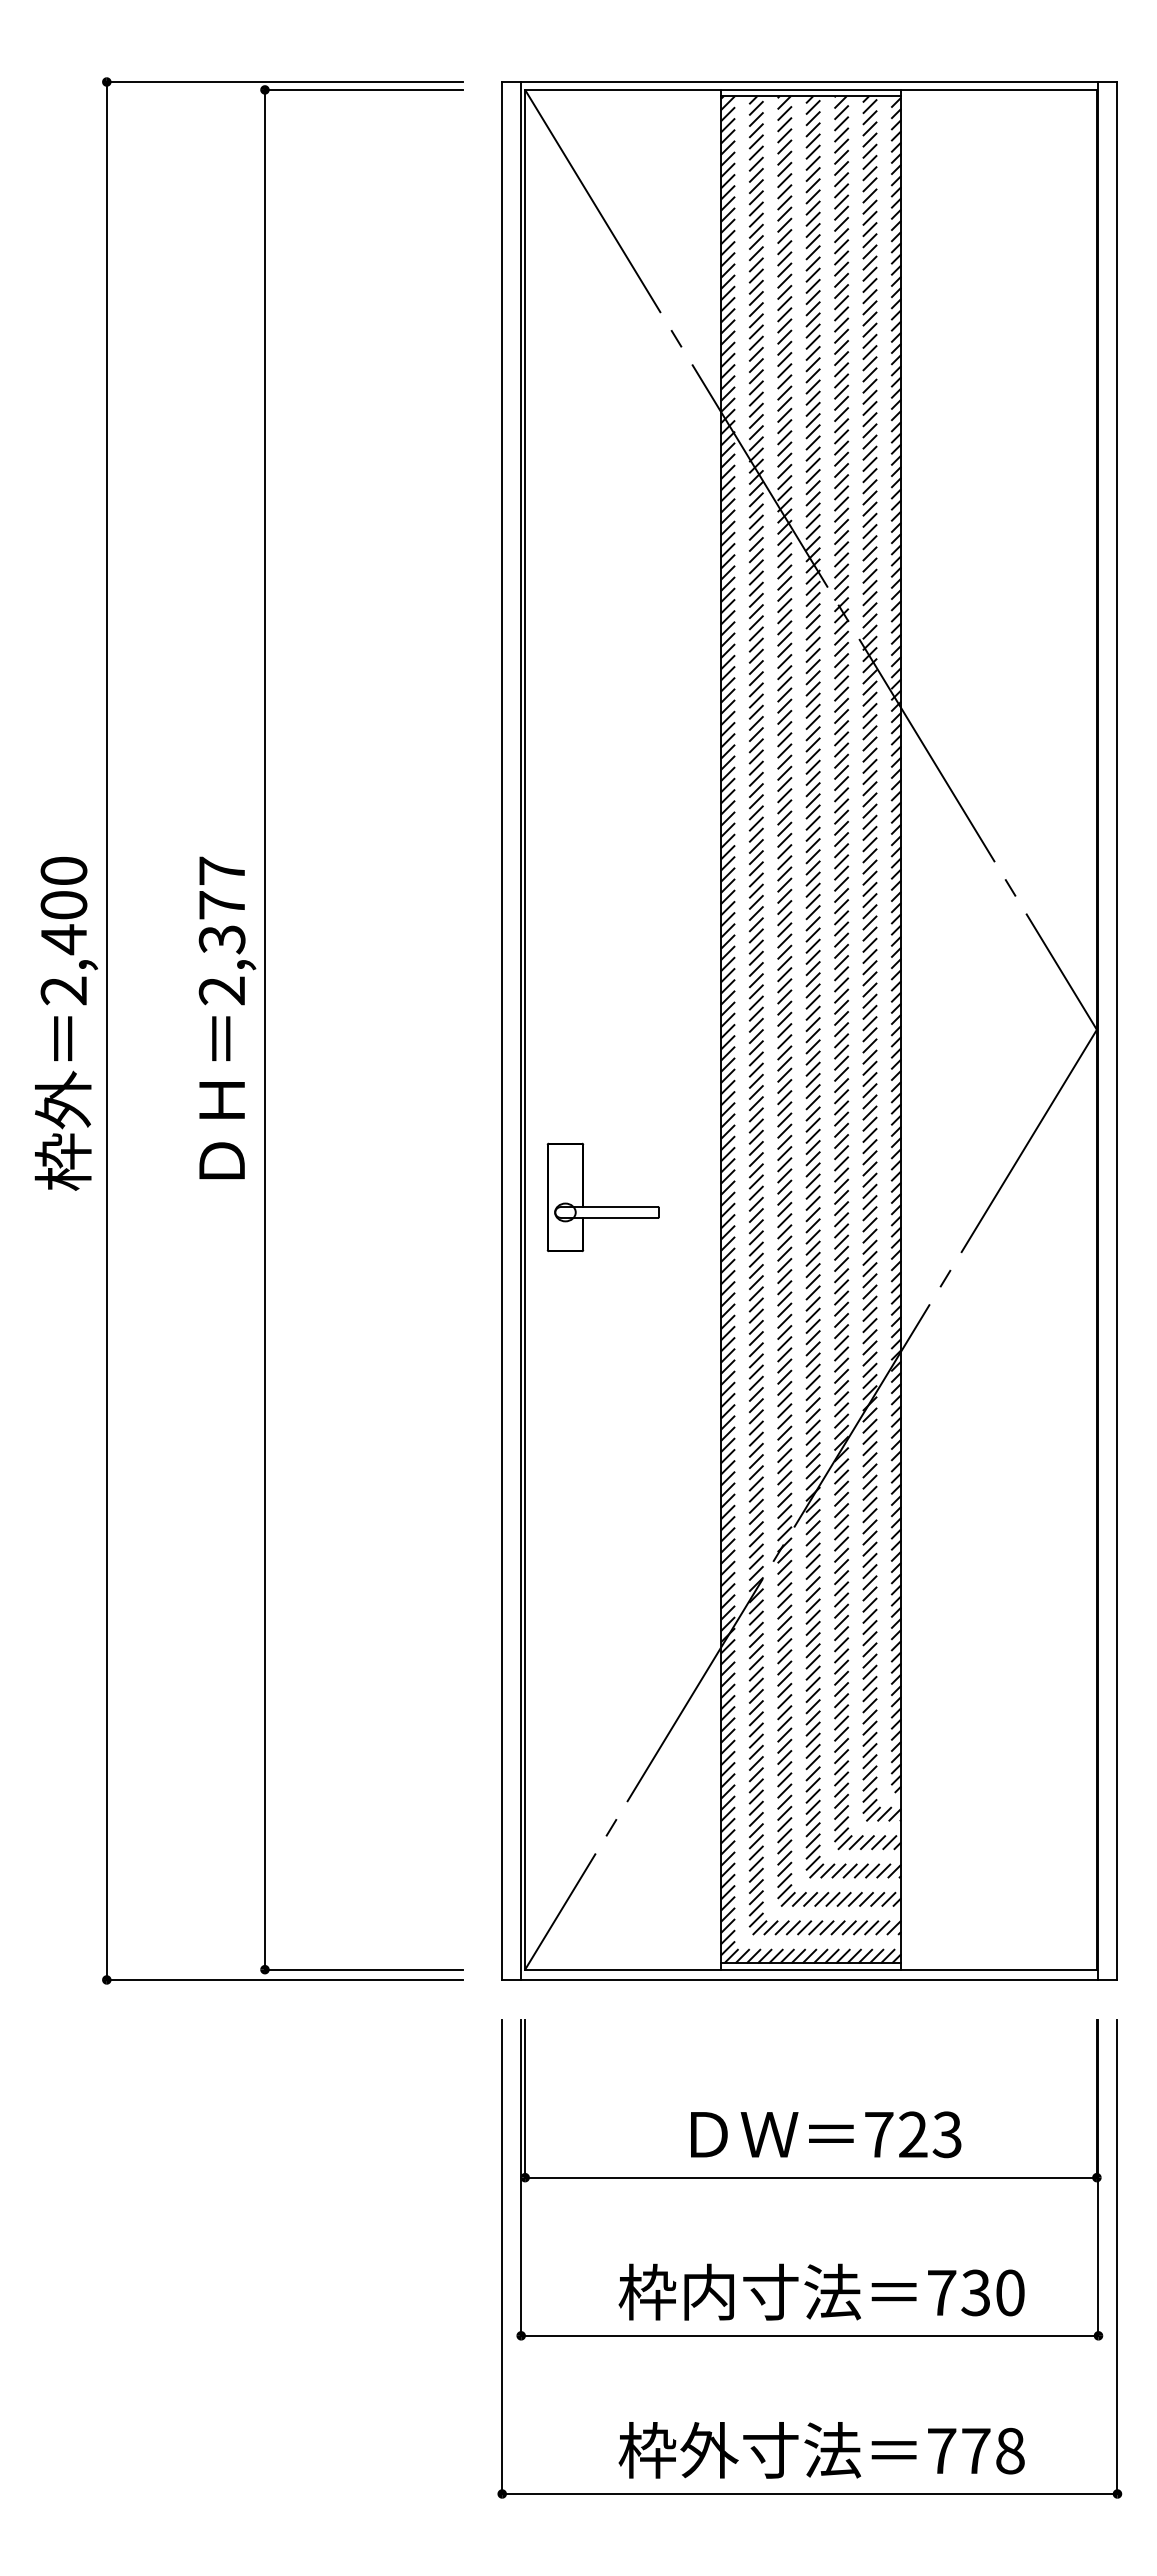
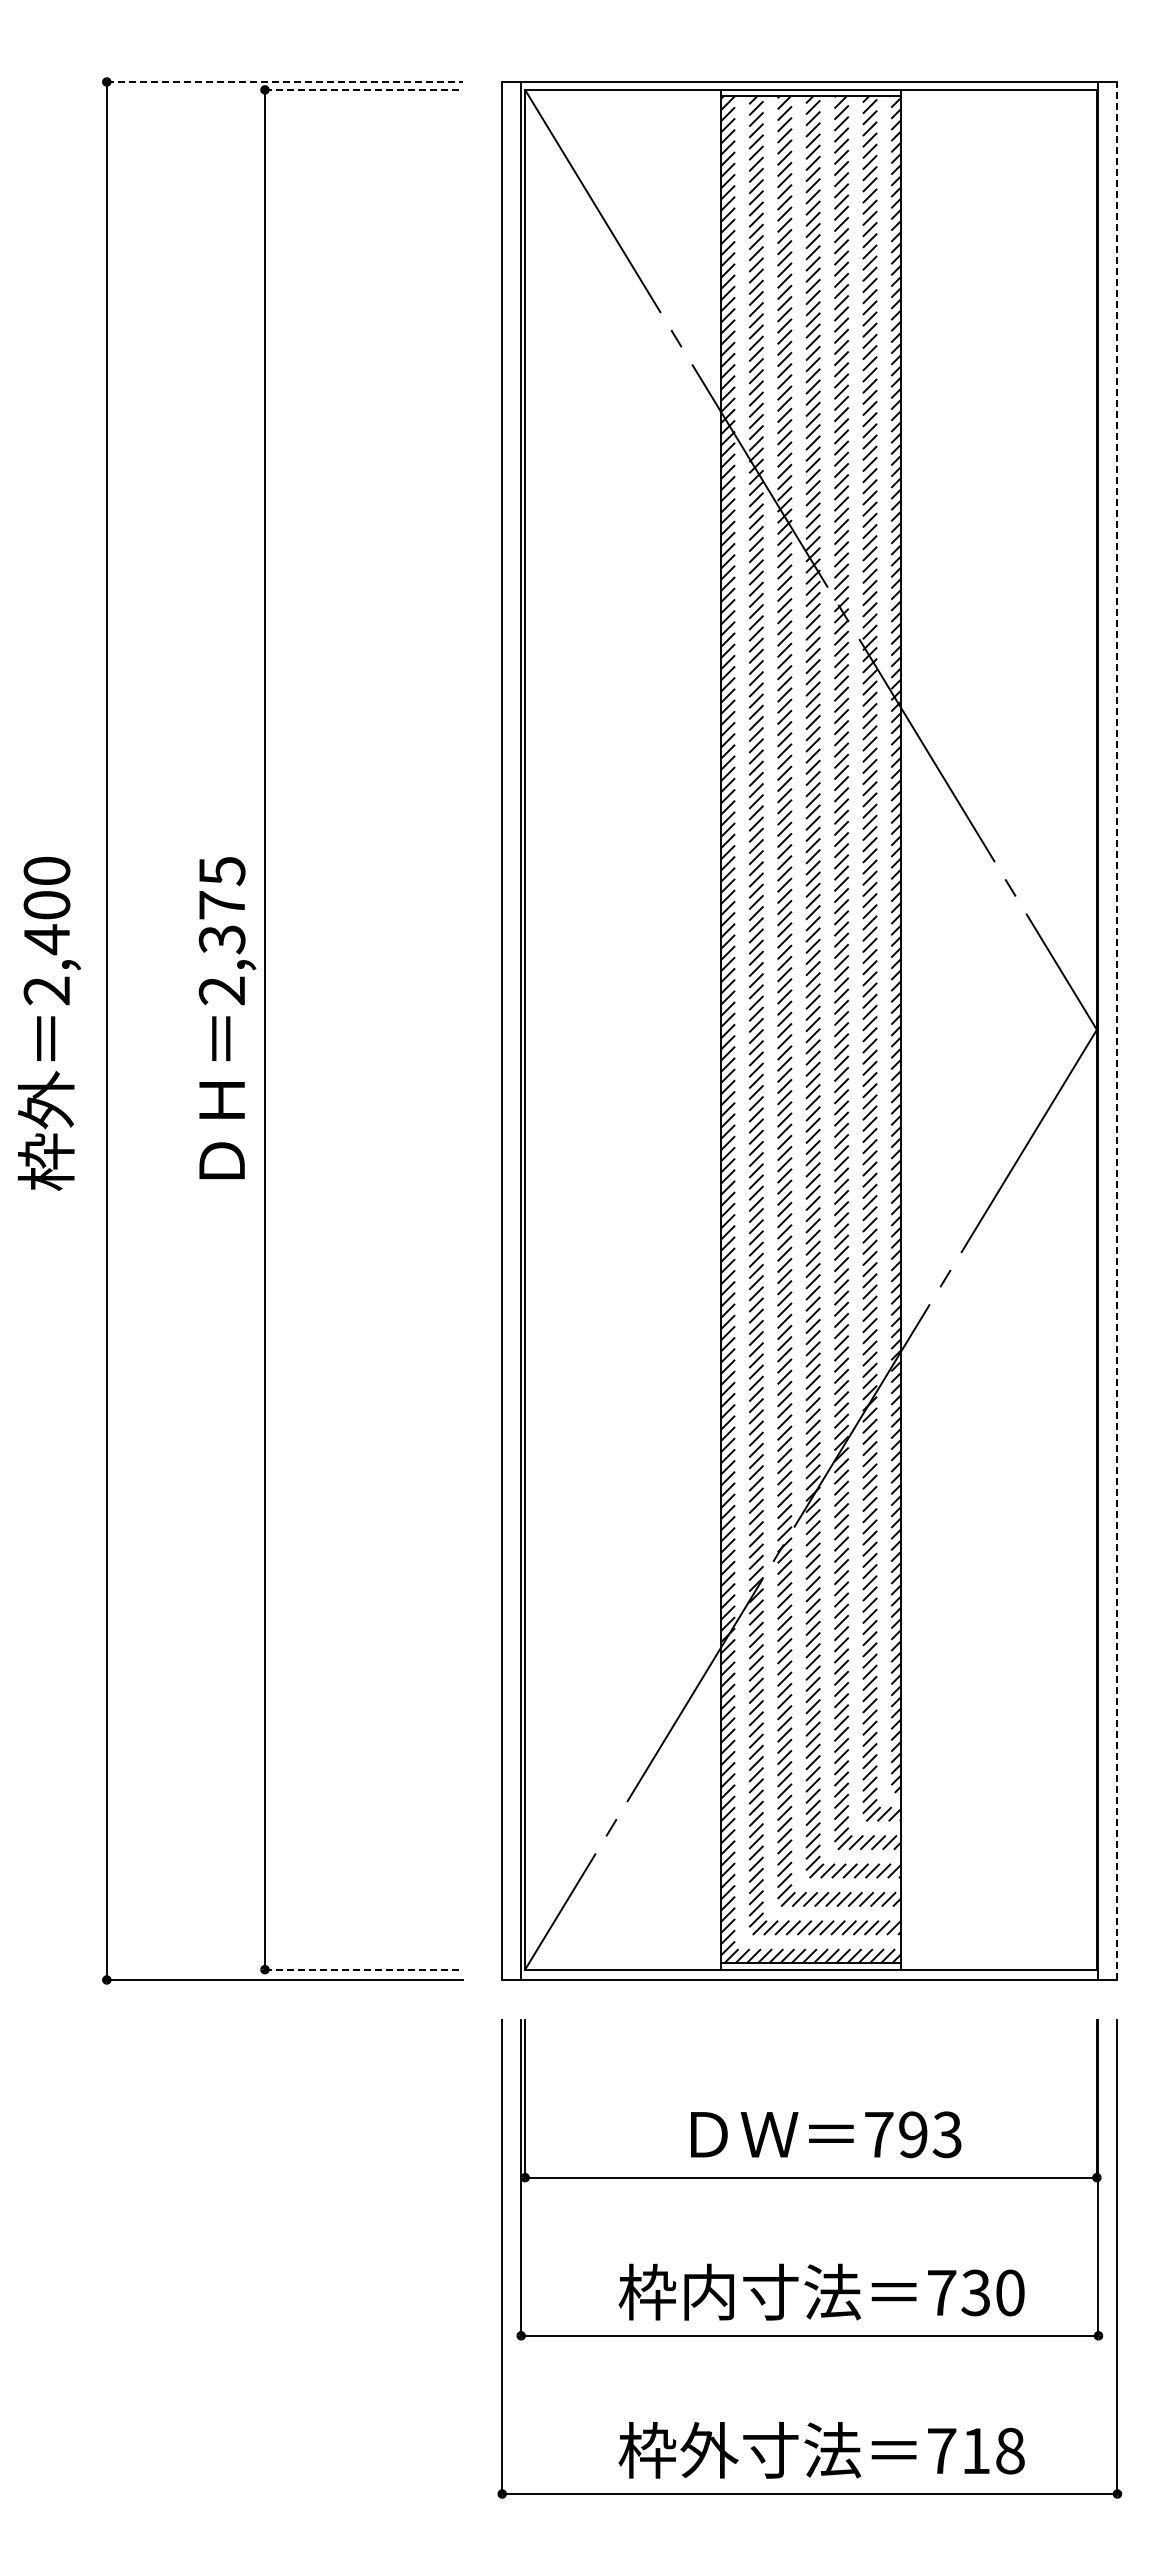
line at (284, 82): solid -> dashed
line at (363, 89): solid -> dashed
text at (222, 871): 2,377 -> 2,375
text at (65, 1023) position: (65, 1023) -> (48, 1023)
line at (1117, 1030): solid -> dashed
part at (602, 1206): present -> none
line at (363, 1969): solid -> dashed
text at (913, 2134): 723 -> 793
text at (976, 2450): 778 -> 718
